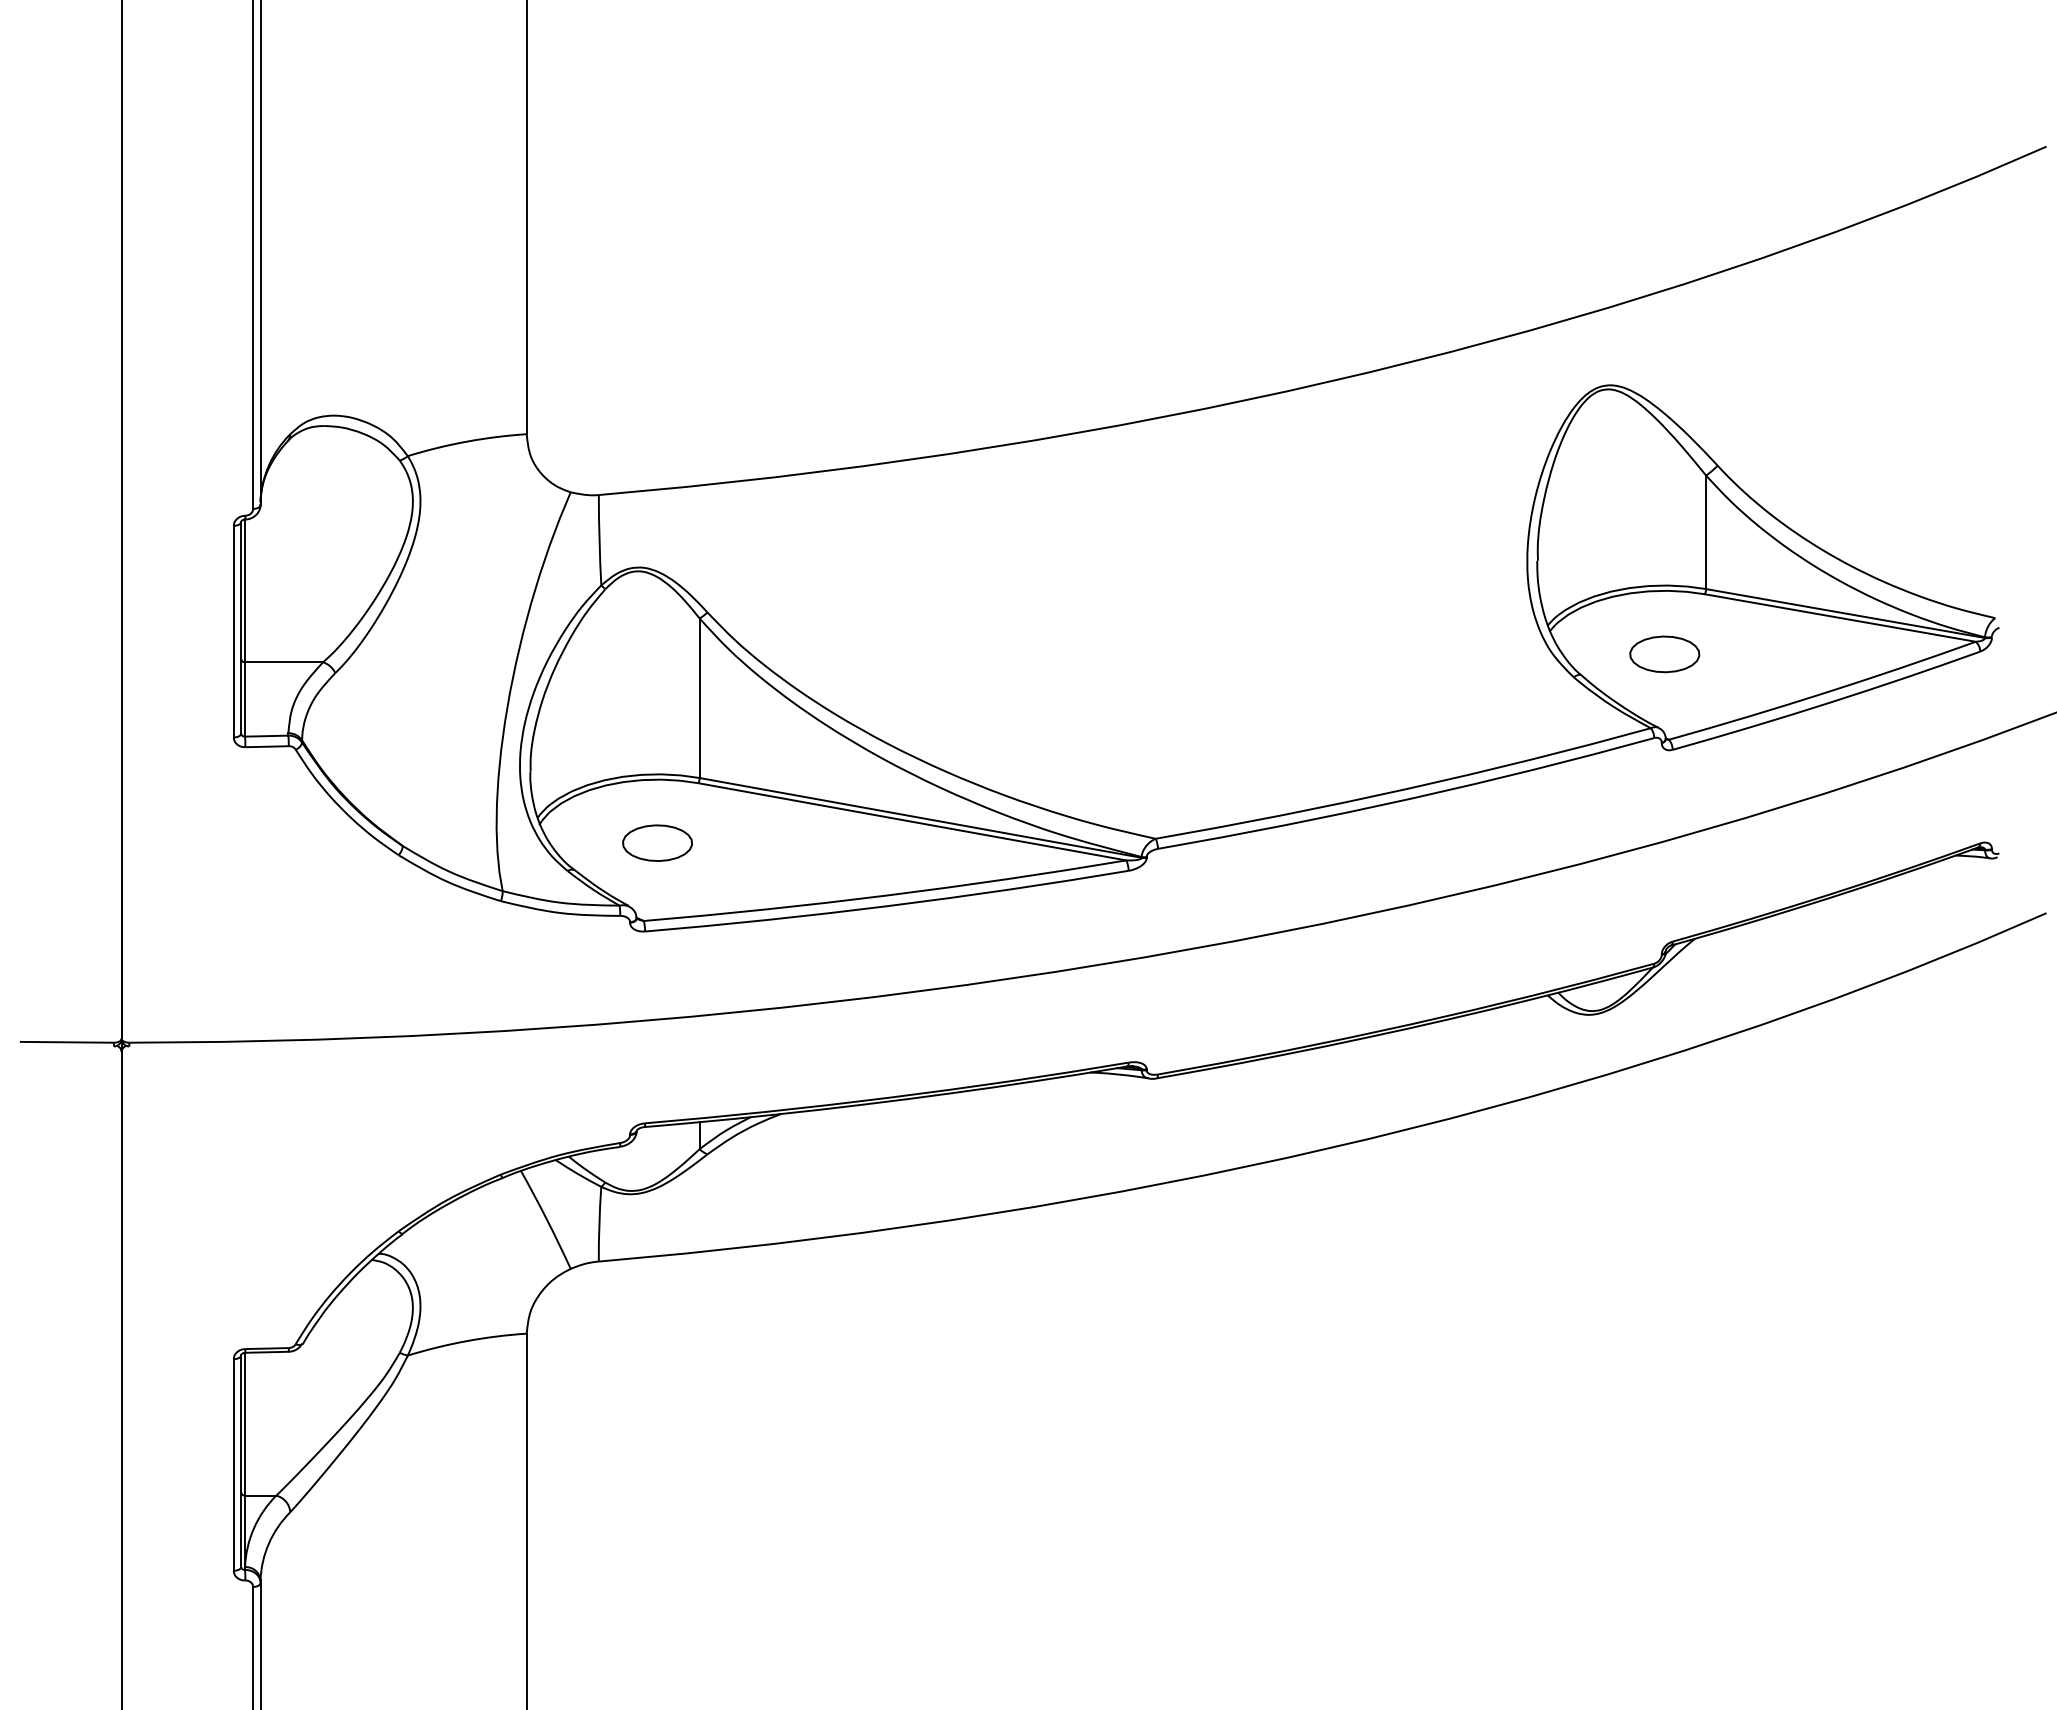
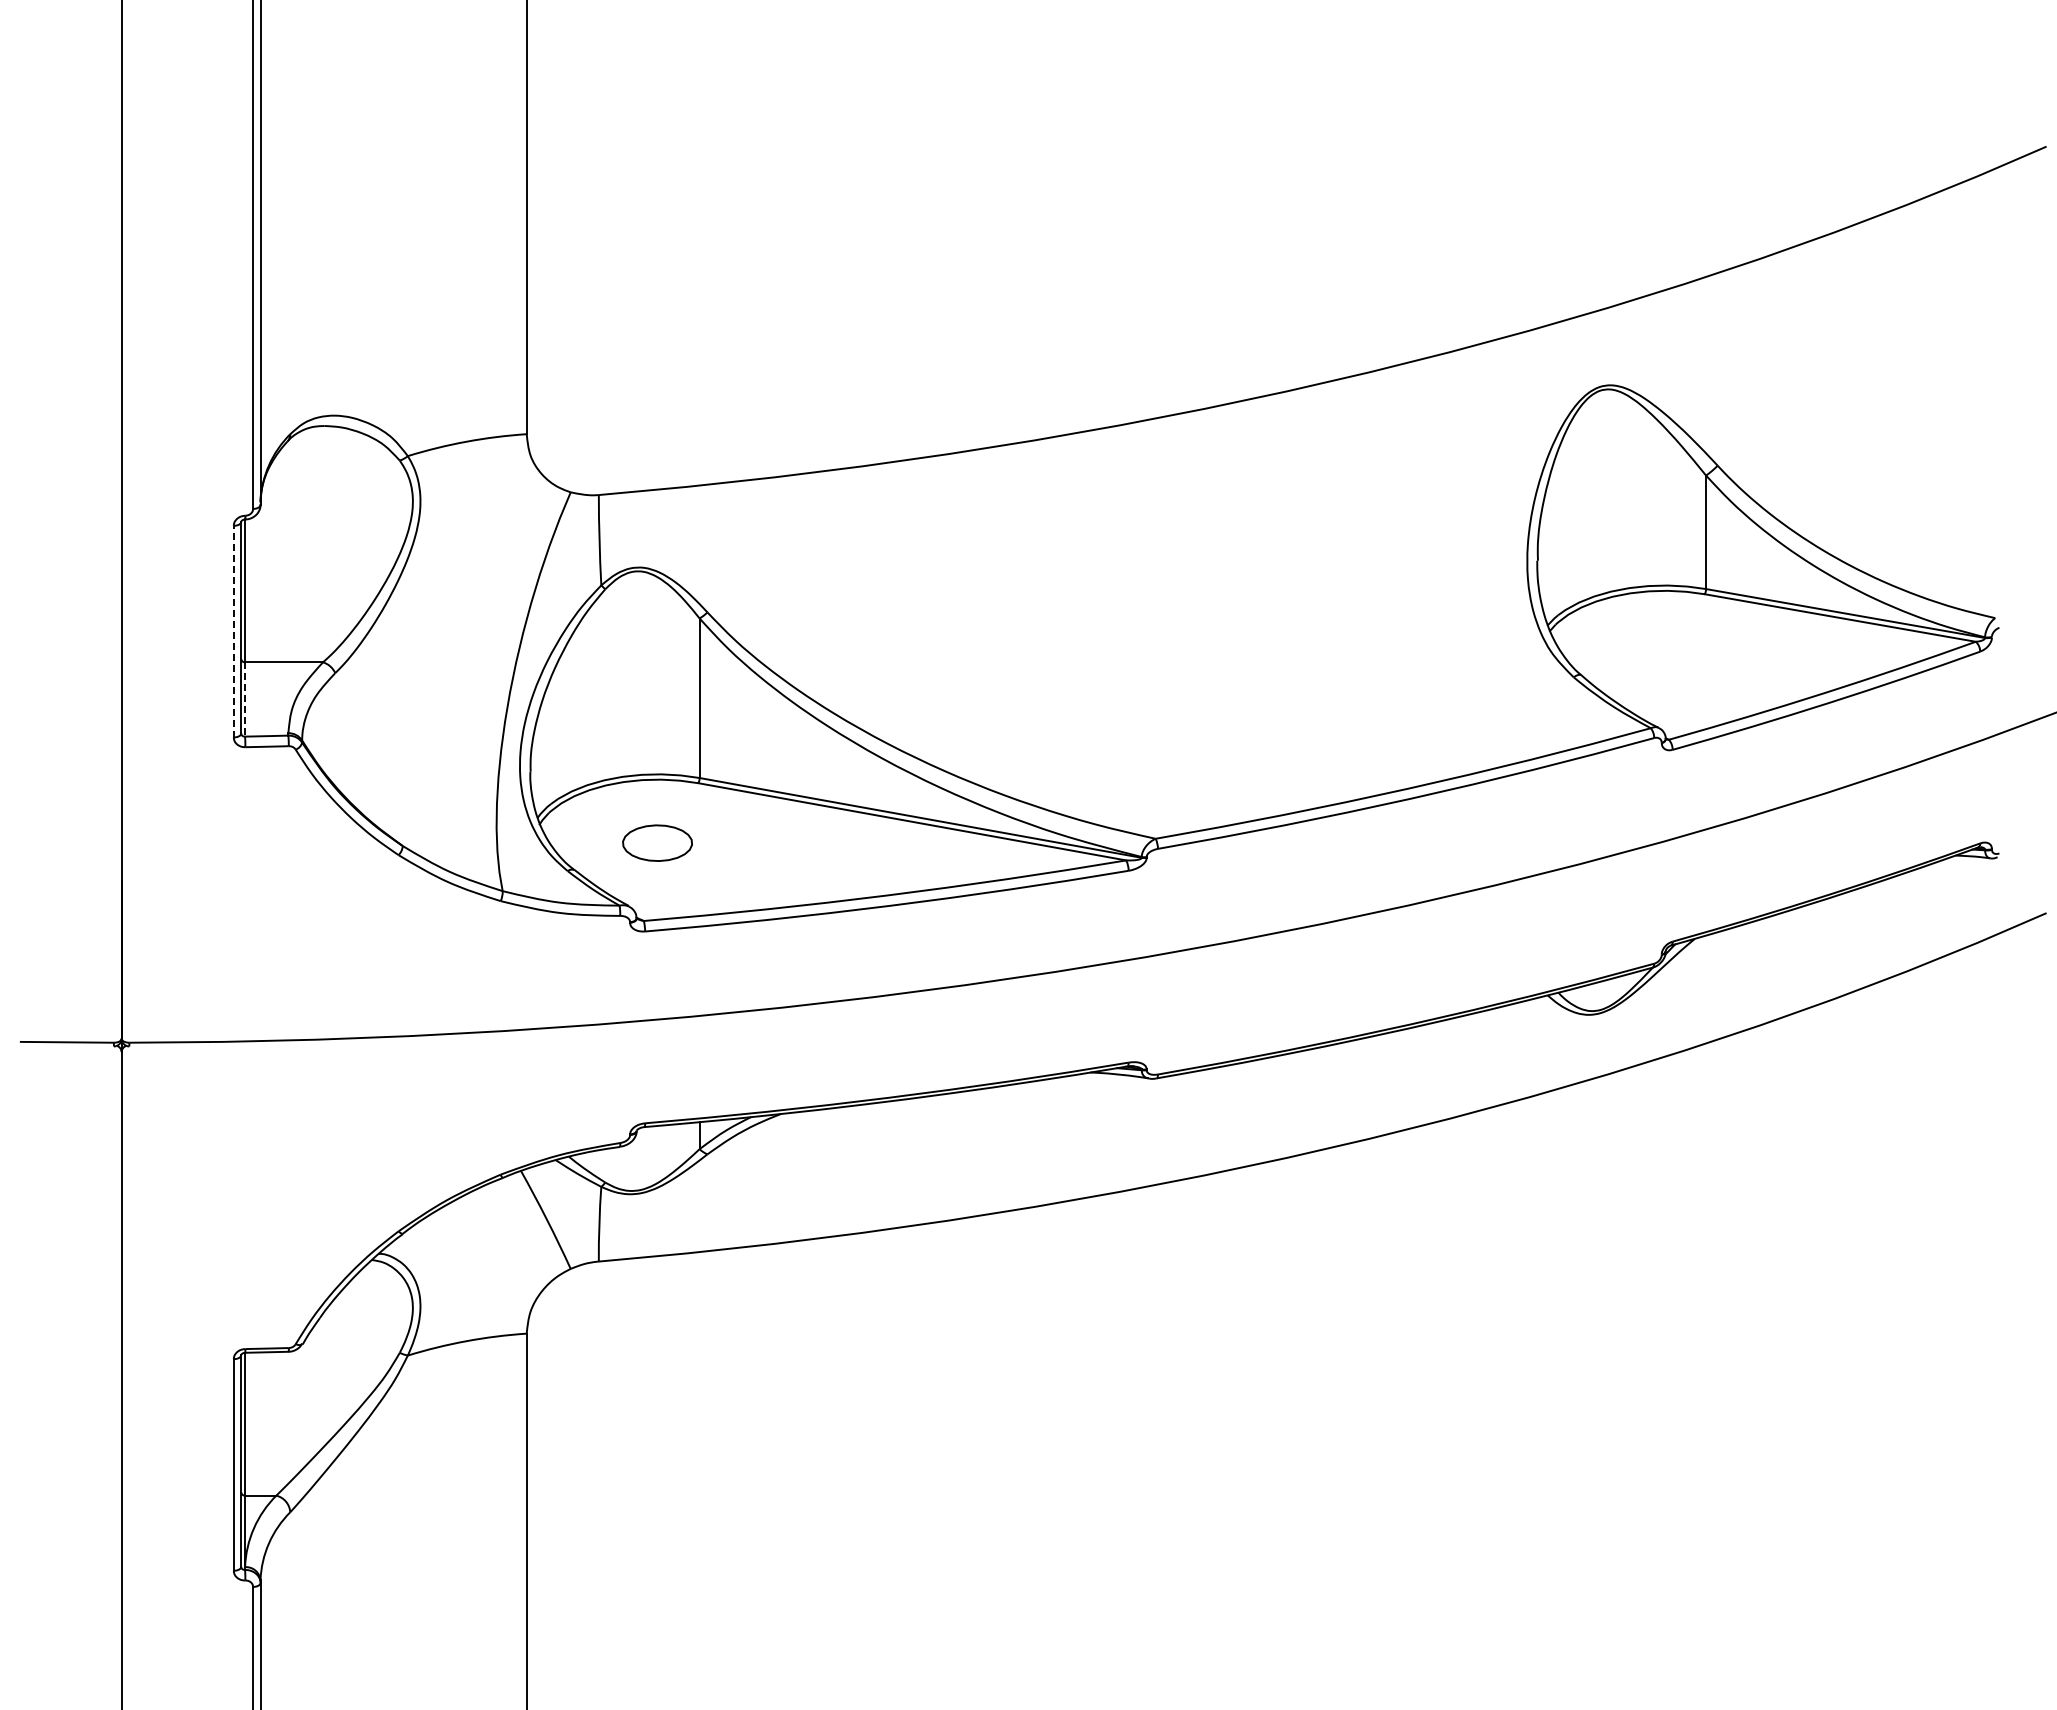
line at (233, 631): solid -> dashed
part at (1664, 654): present -> none
line at (245, 699): solid -> dashed
